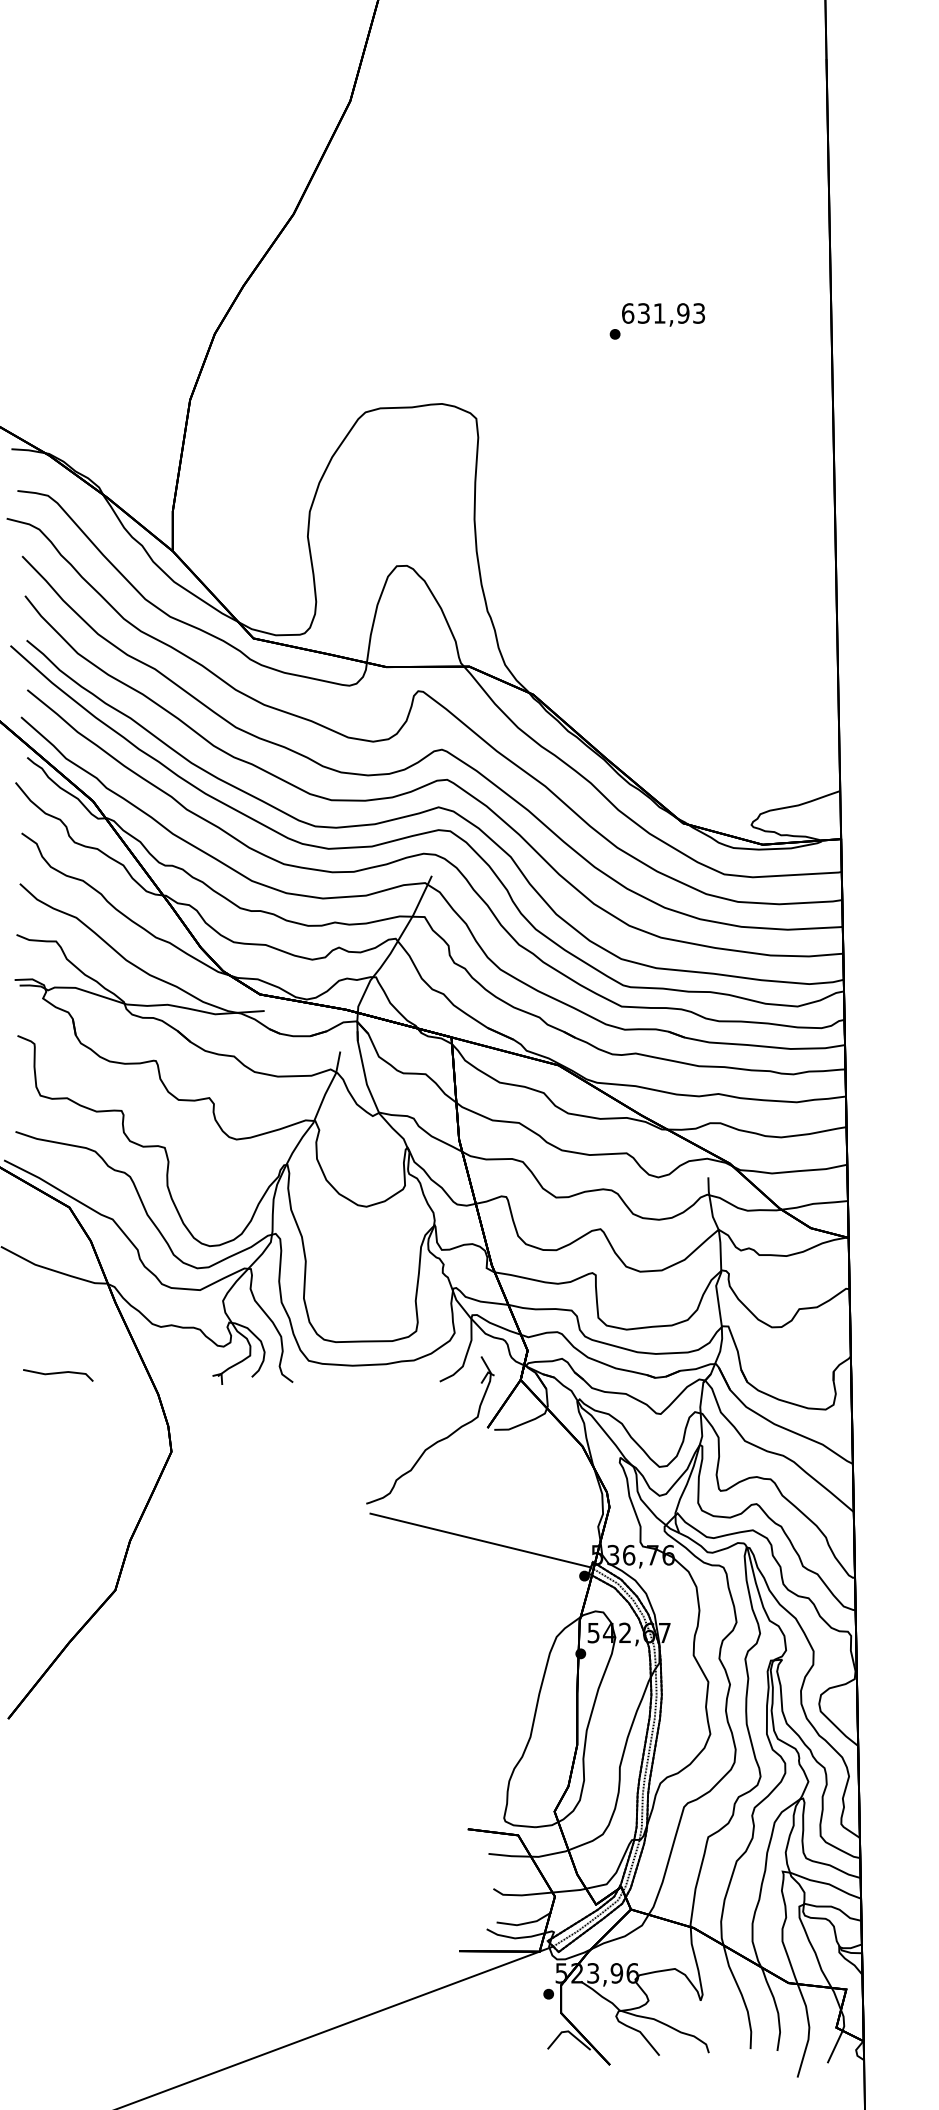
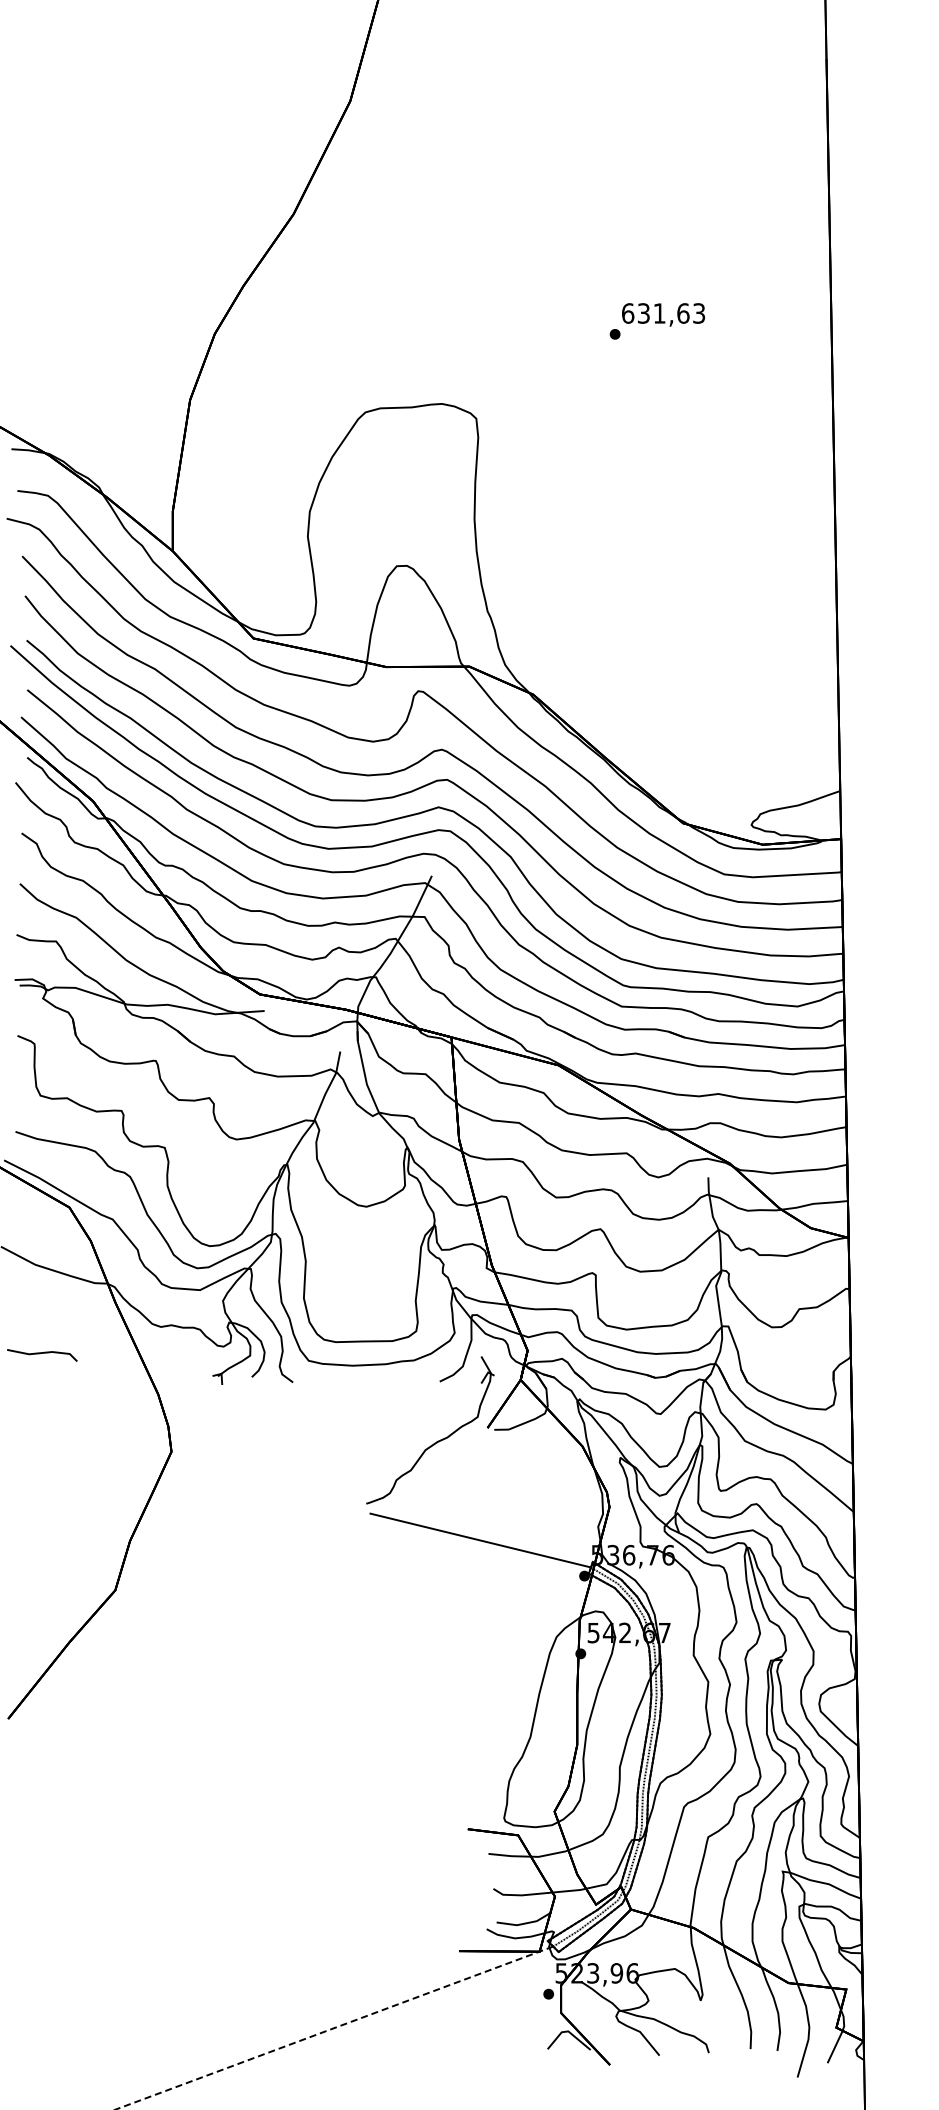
text at (683, 313): 631,93 -> 631,63
line at (58, 1373) position: (58, 1373) -> (42, 1353)
line at (334, 2028): solid -> dashed
